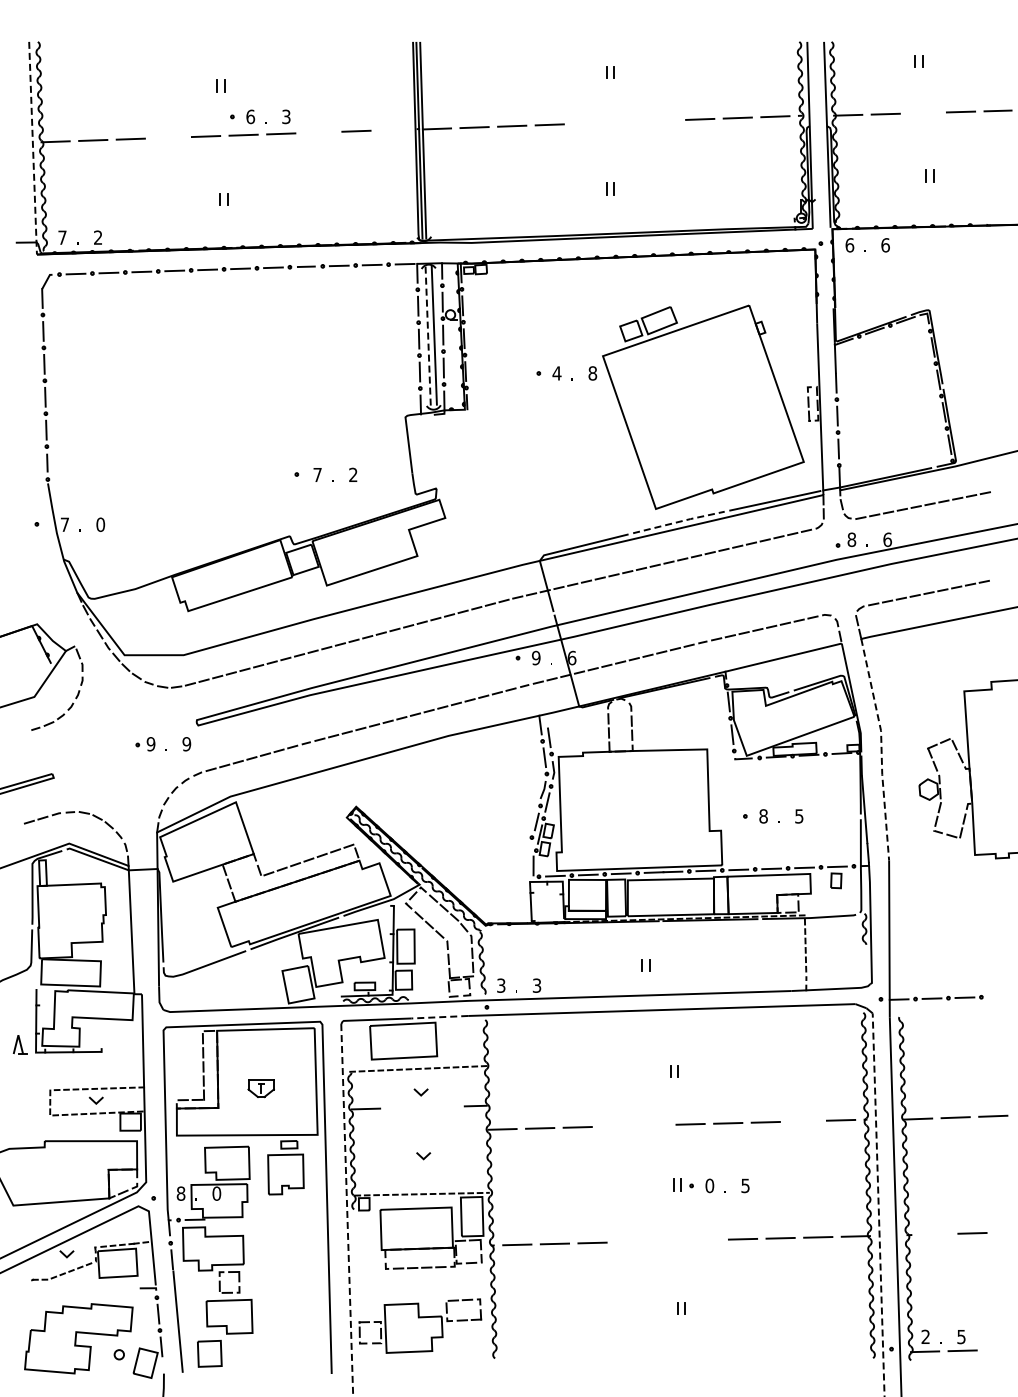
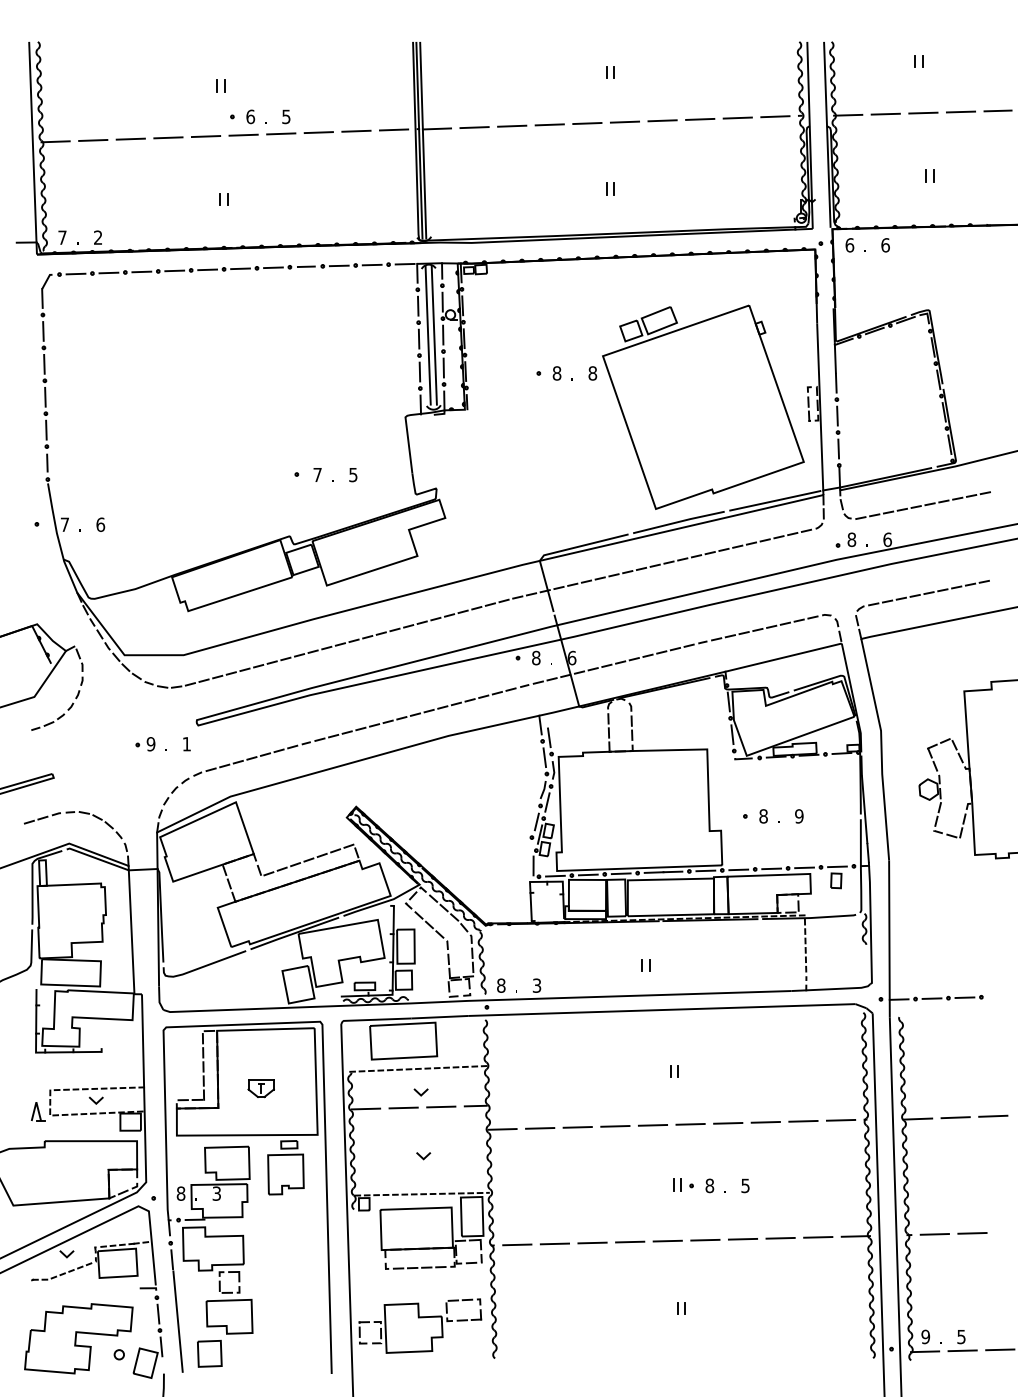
line at (923, 112): none -> present
text at (286, 116): 3 -> 5
line at (662, 120): none -> present
line at (624, 121): none -> present
line at (587, 123): none -> present
line at (393, 129): none -> present
line at (318, 132): none -> present
line at (168, 137): none -> present
line at (33, 148): dashed -> solid
line at (428, 335): dashed -> solid
text at (556, 373): 4 -> 8
text at (353, 474): 2 -> 5
line at (679, 521): dashed -> solid
text at (100, 524): 0 -> 6
text at (536, 658): 9 -> 8
text at (186, 744): 9 -> 1
line at (881, 749): dashed -> solid
text at (799, 816): 5 -> 9
text at (501, 985): 3 -> 8
line at (439, 1017): dashed -> solid
part at (20, 1044) position: (20, 1044) -> (38, 1111)
line at (441, 1106): none -> present
line at (403, 1107): none -> present
line at (803, 1120): none -> present
line at (652, 1125): none -> present
line at (615, 1126): none -> present
text at (709, 1185): 0 -> 8
text at (216, 1193): 0 -> 3
line at (878, 1205): dashed -> solid
line at (347, 1210): dashed -> solid
line at (934, 1234): none -> present
line at (705, 1239): none -> present
line at (667, 1240): none -> present
line at (630, 1241): none -> present
text at (925, 1336): 2 -> 9
line at (1000, 1349): none -> present
